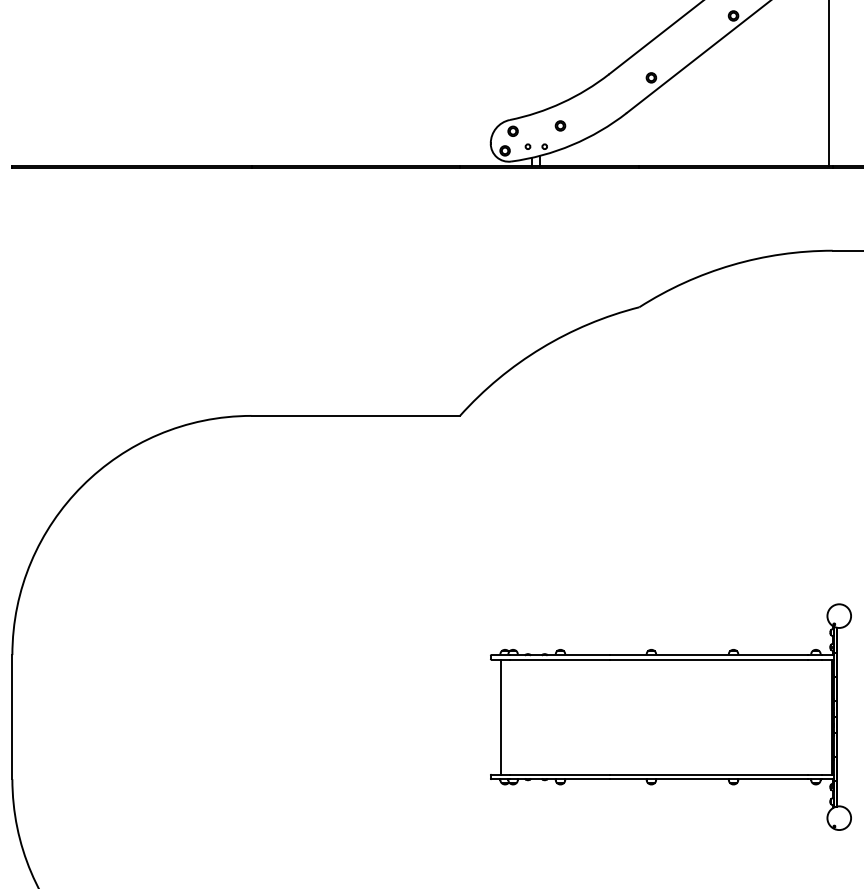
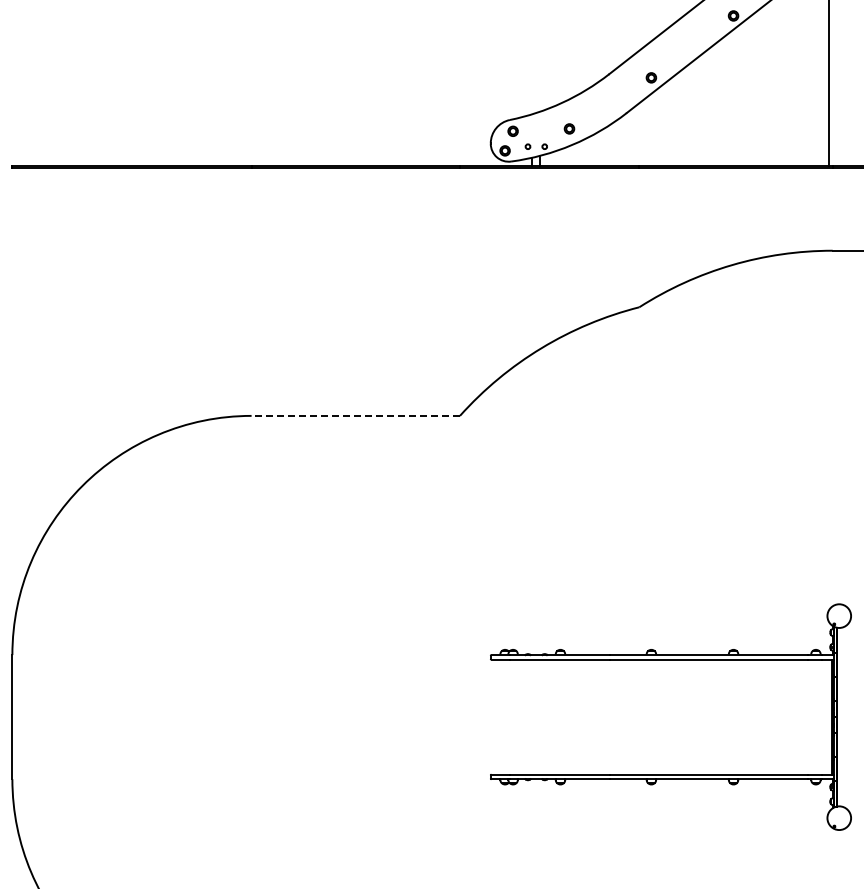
part at (560, 125) position: (560, 125) -> (569, 128)
line at (355, 415): solid -> dashed
line at (500, 716): present -> none
